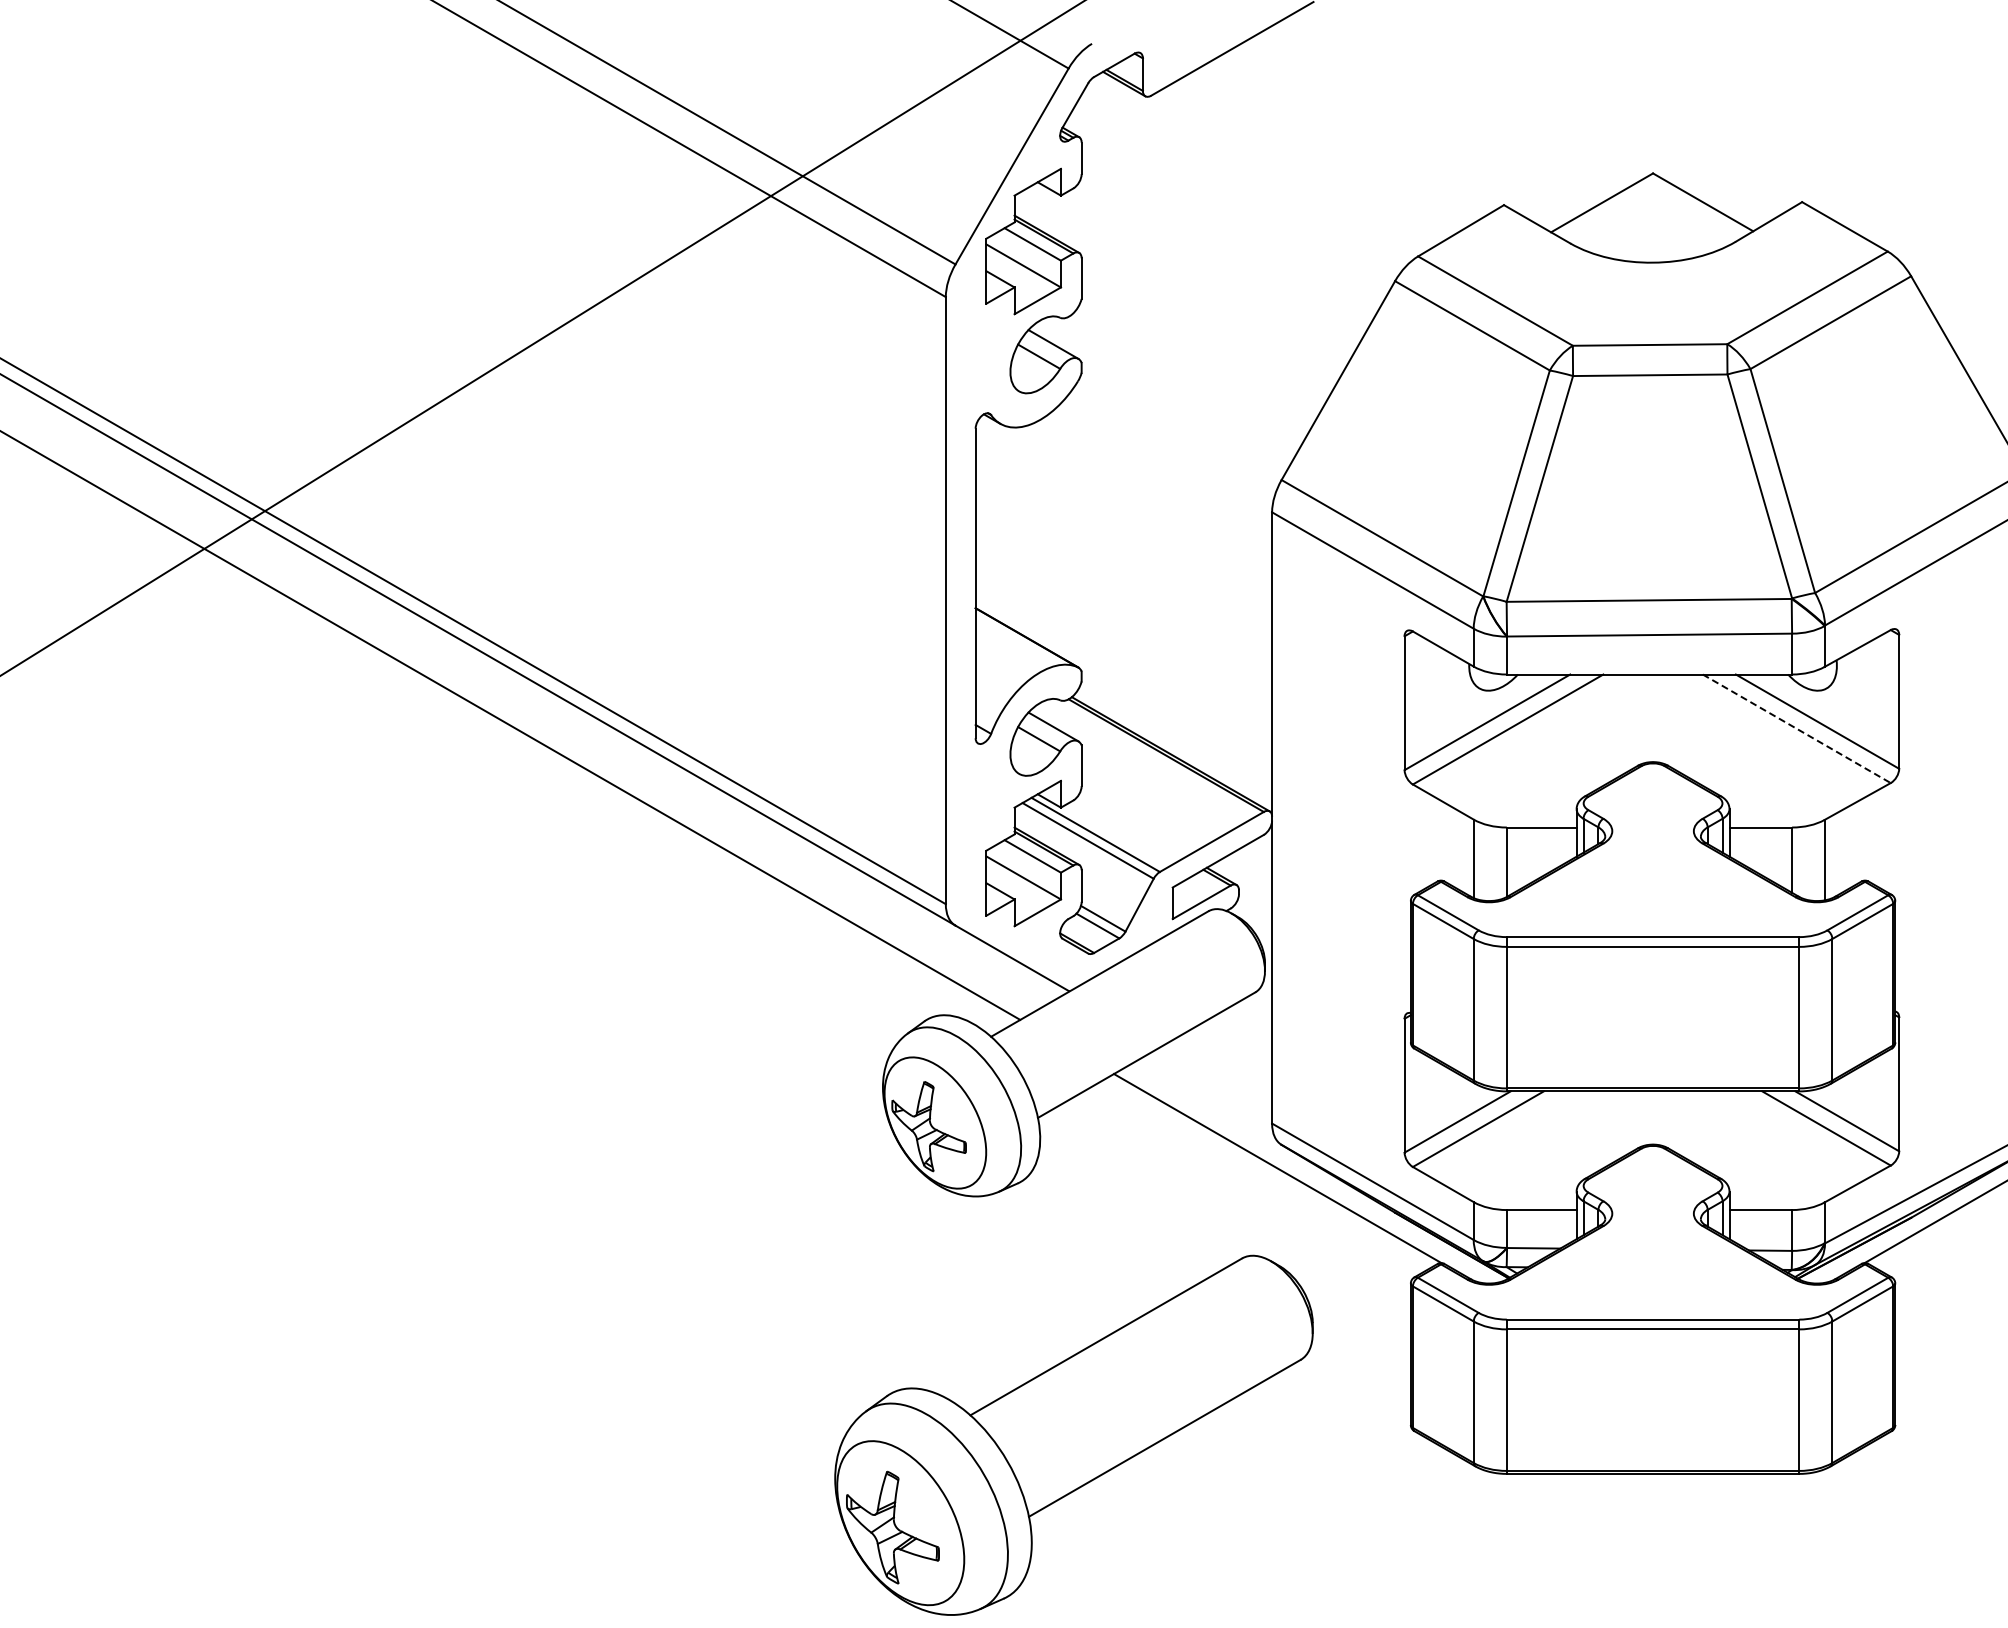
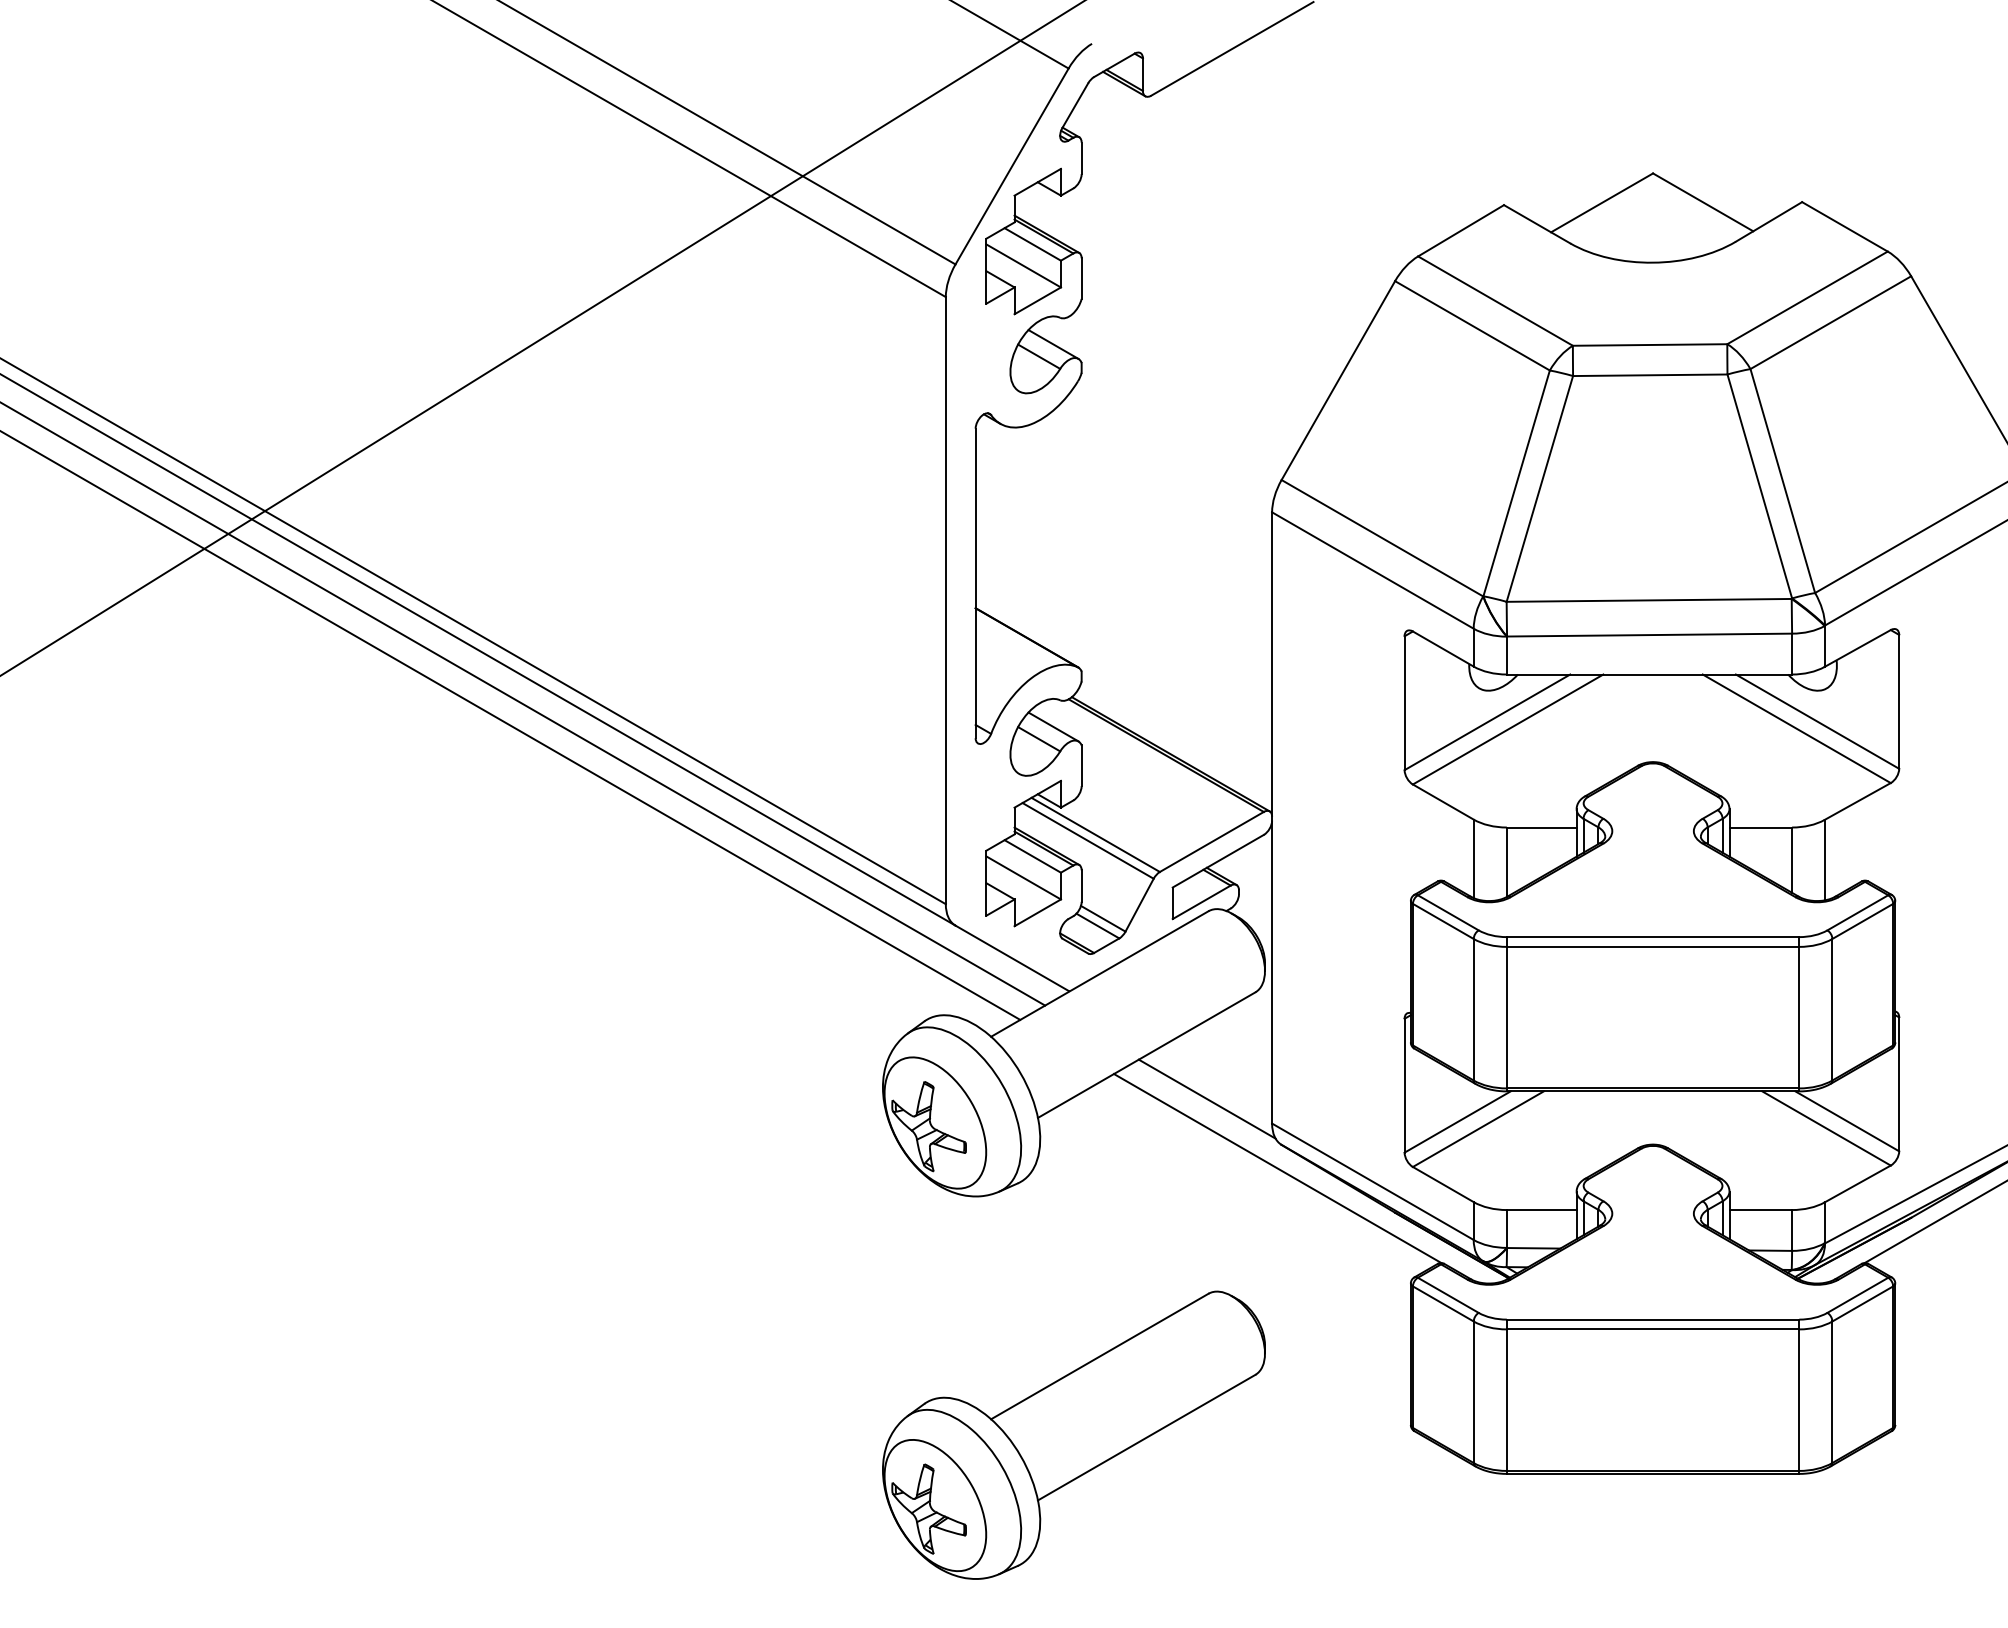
line at (523, 704): none -> present
line at (1796, 728): dashed -> solid
line at (1206, 1098): none -> present
part at (1073, 1434) size: 480x362 px -> 384x290 px
